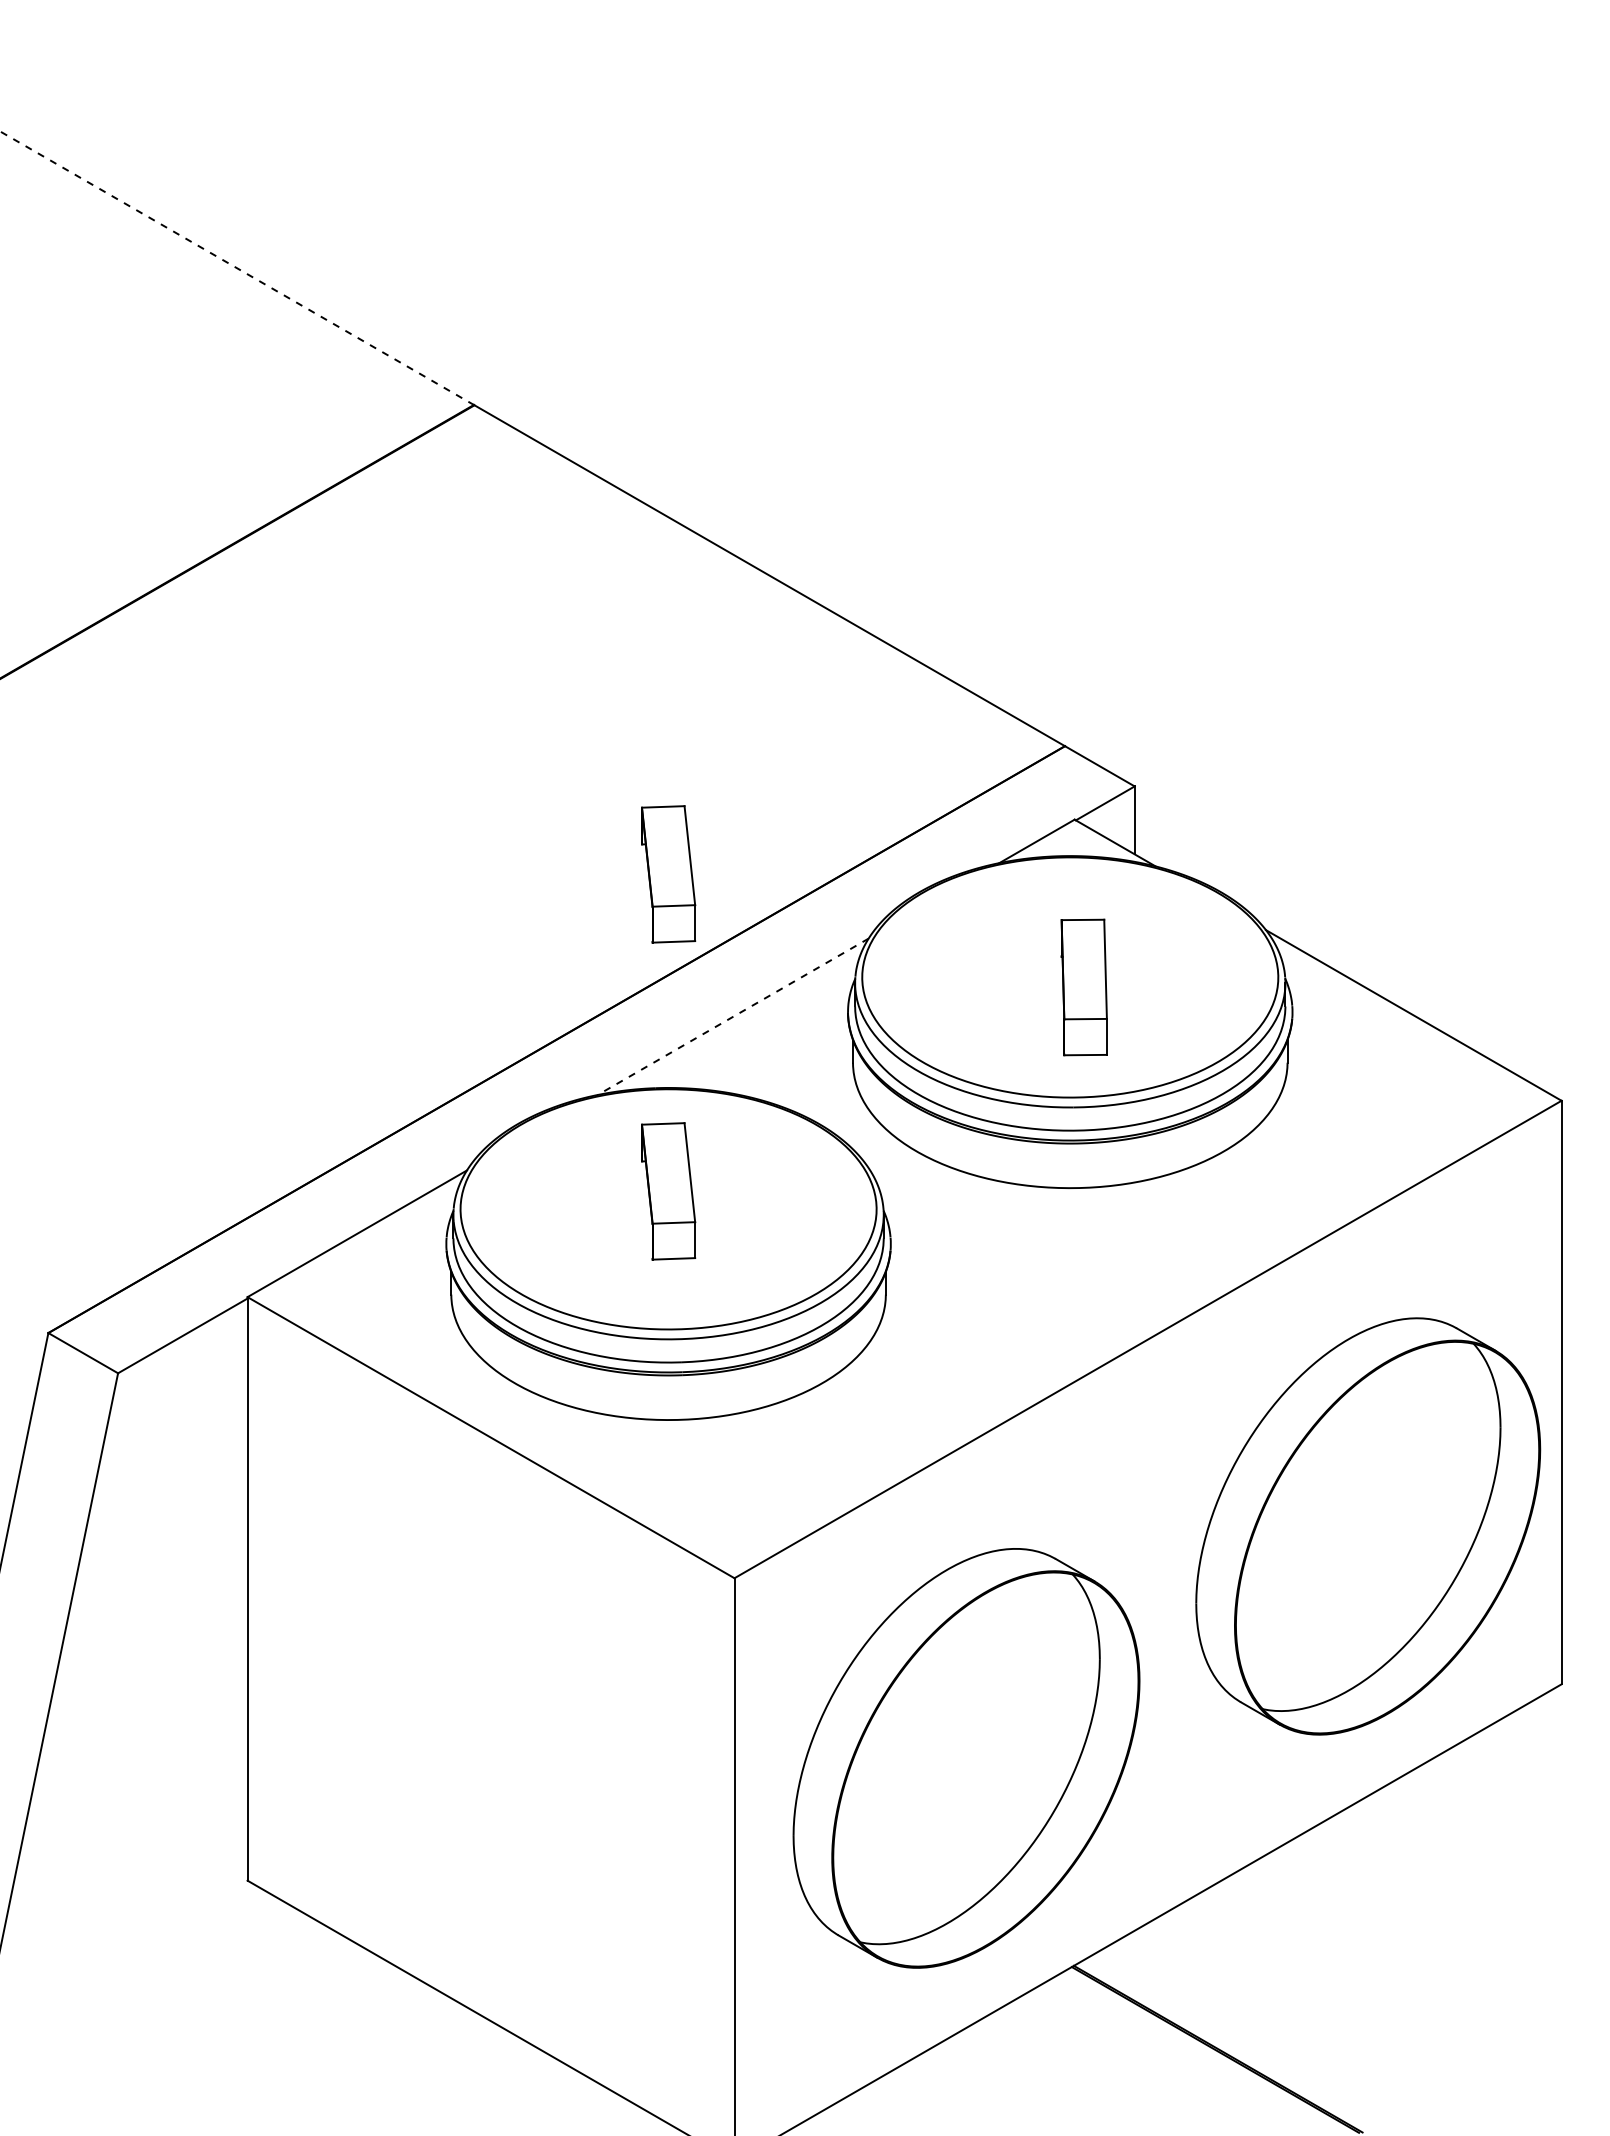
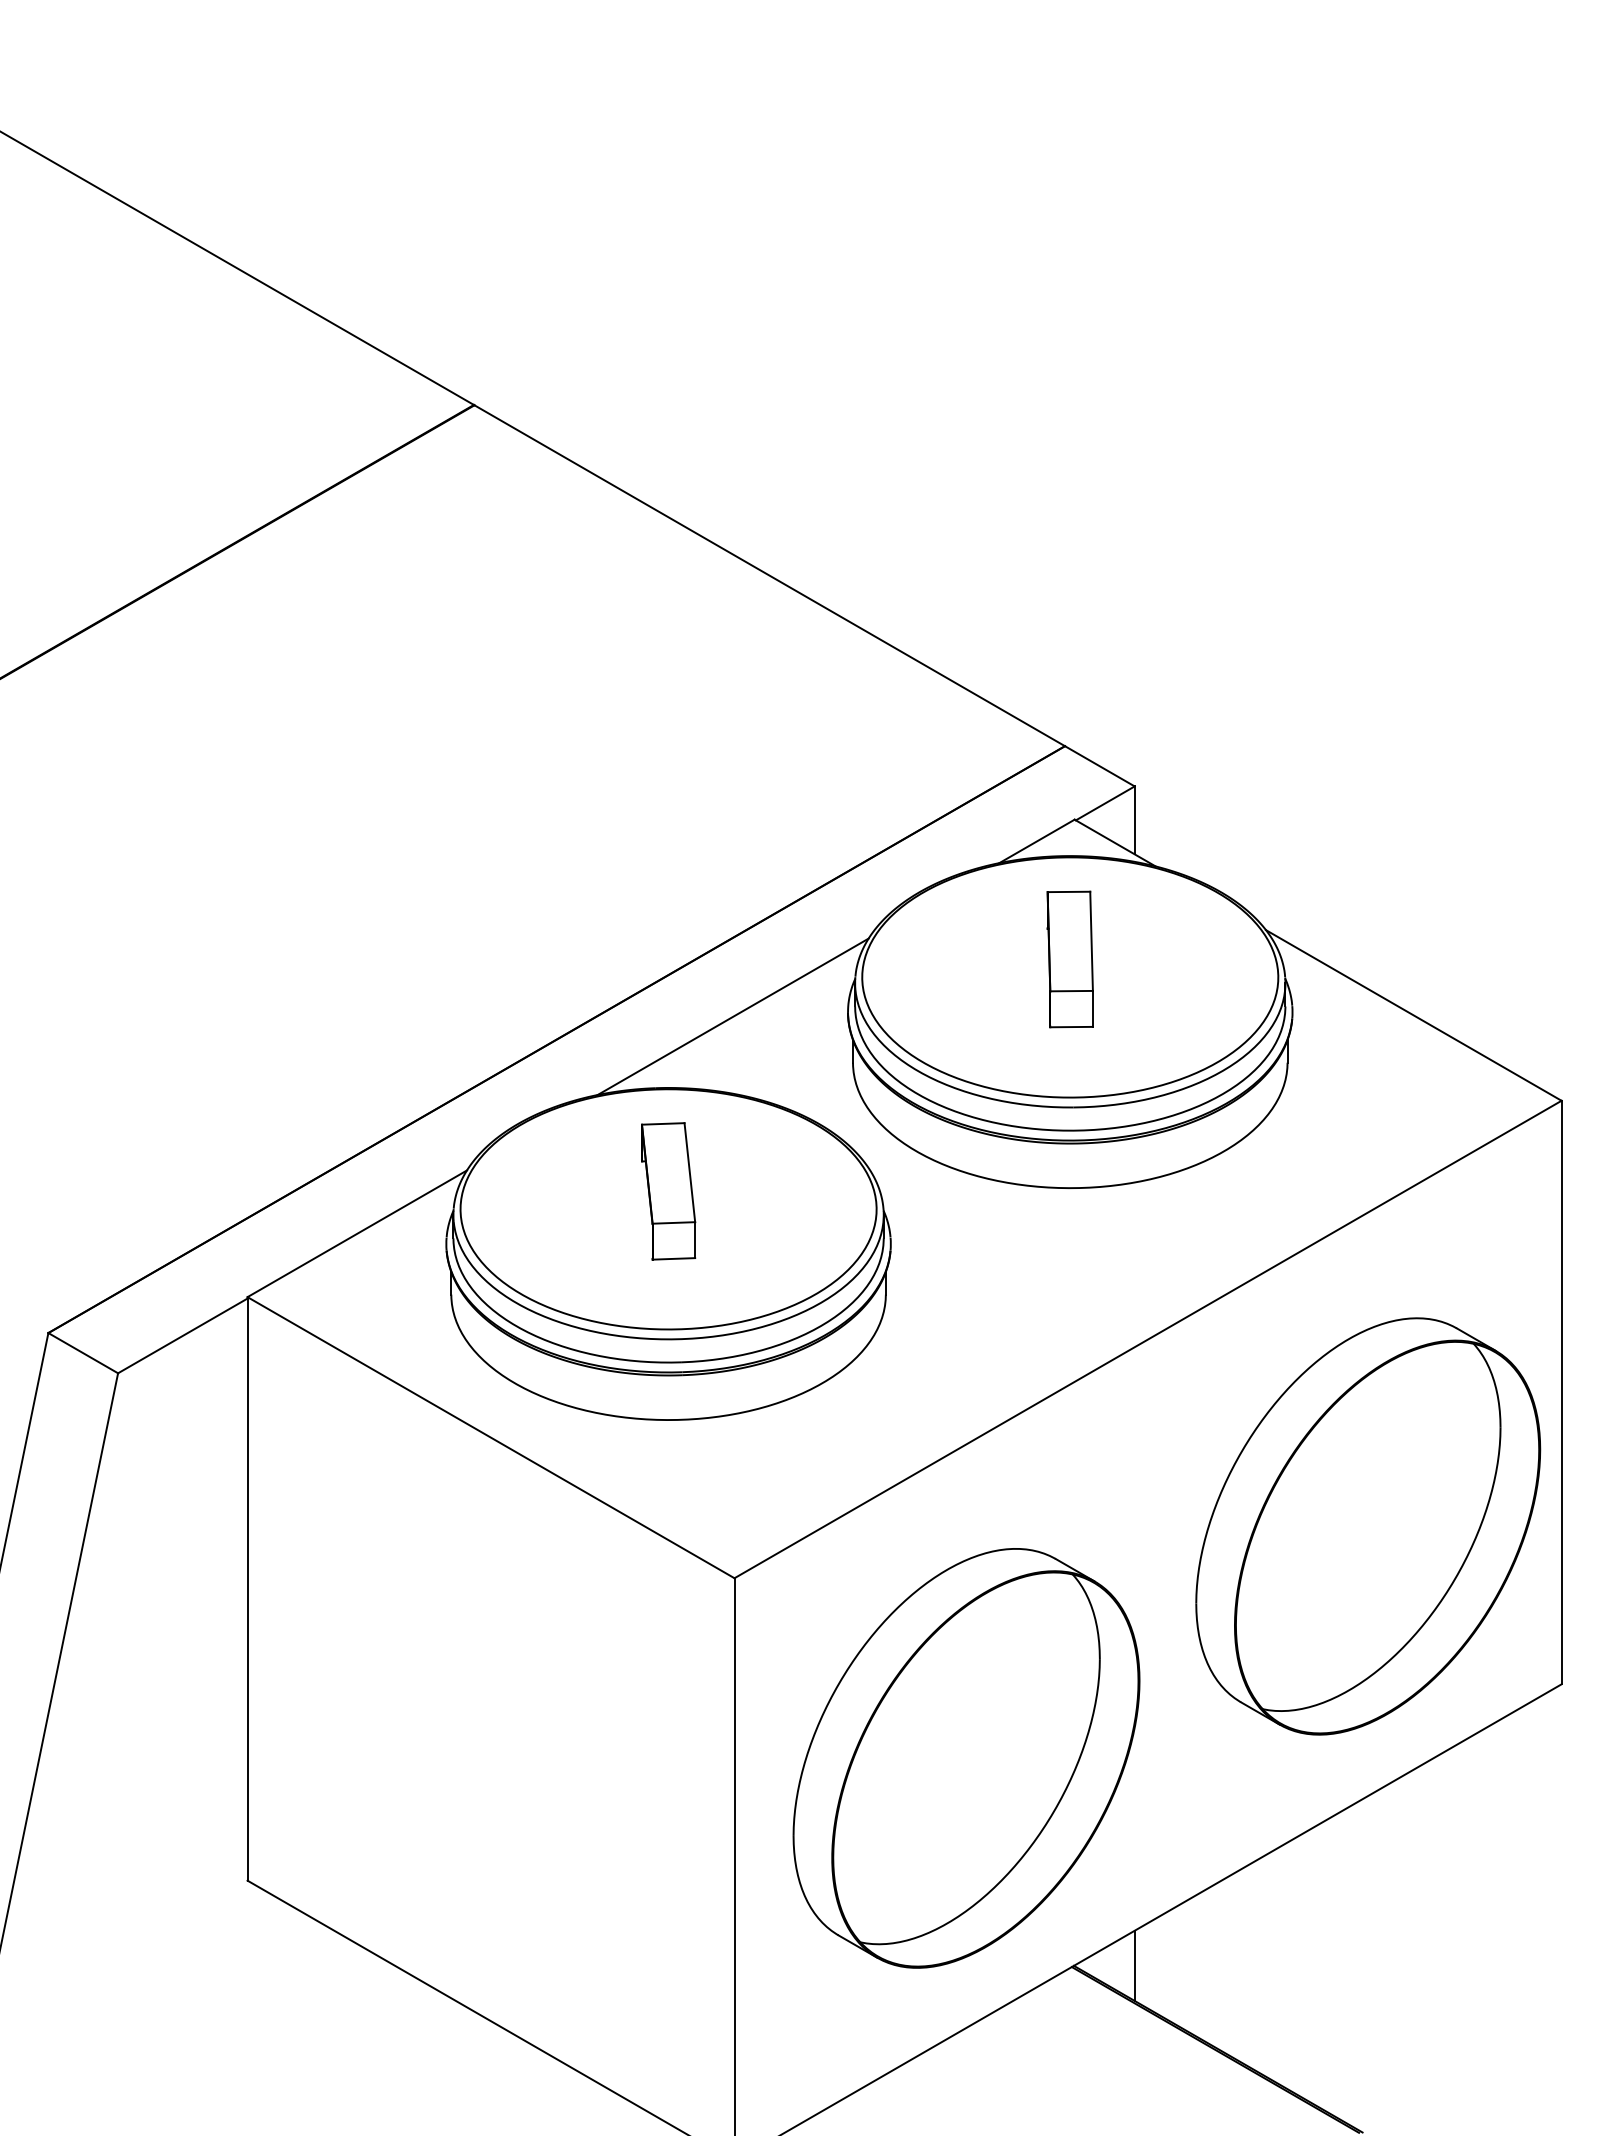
line at (237, 268): dashed -> solid
part at (668, 874): present -> none
part at (1083, 987) position: (1083, 987) -> (1069, 959)
line at (733, 1016): dashed -> solid
line at (1134, 1965): none -> present
